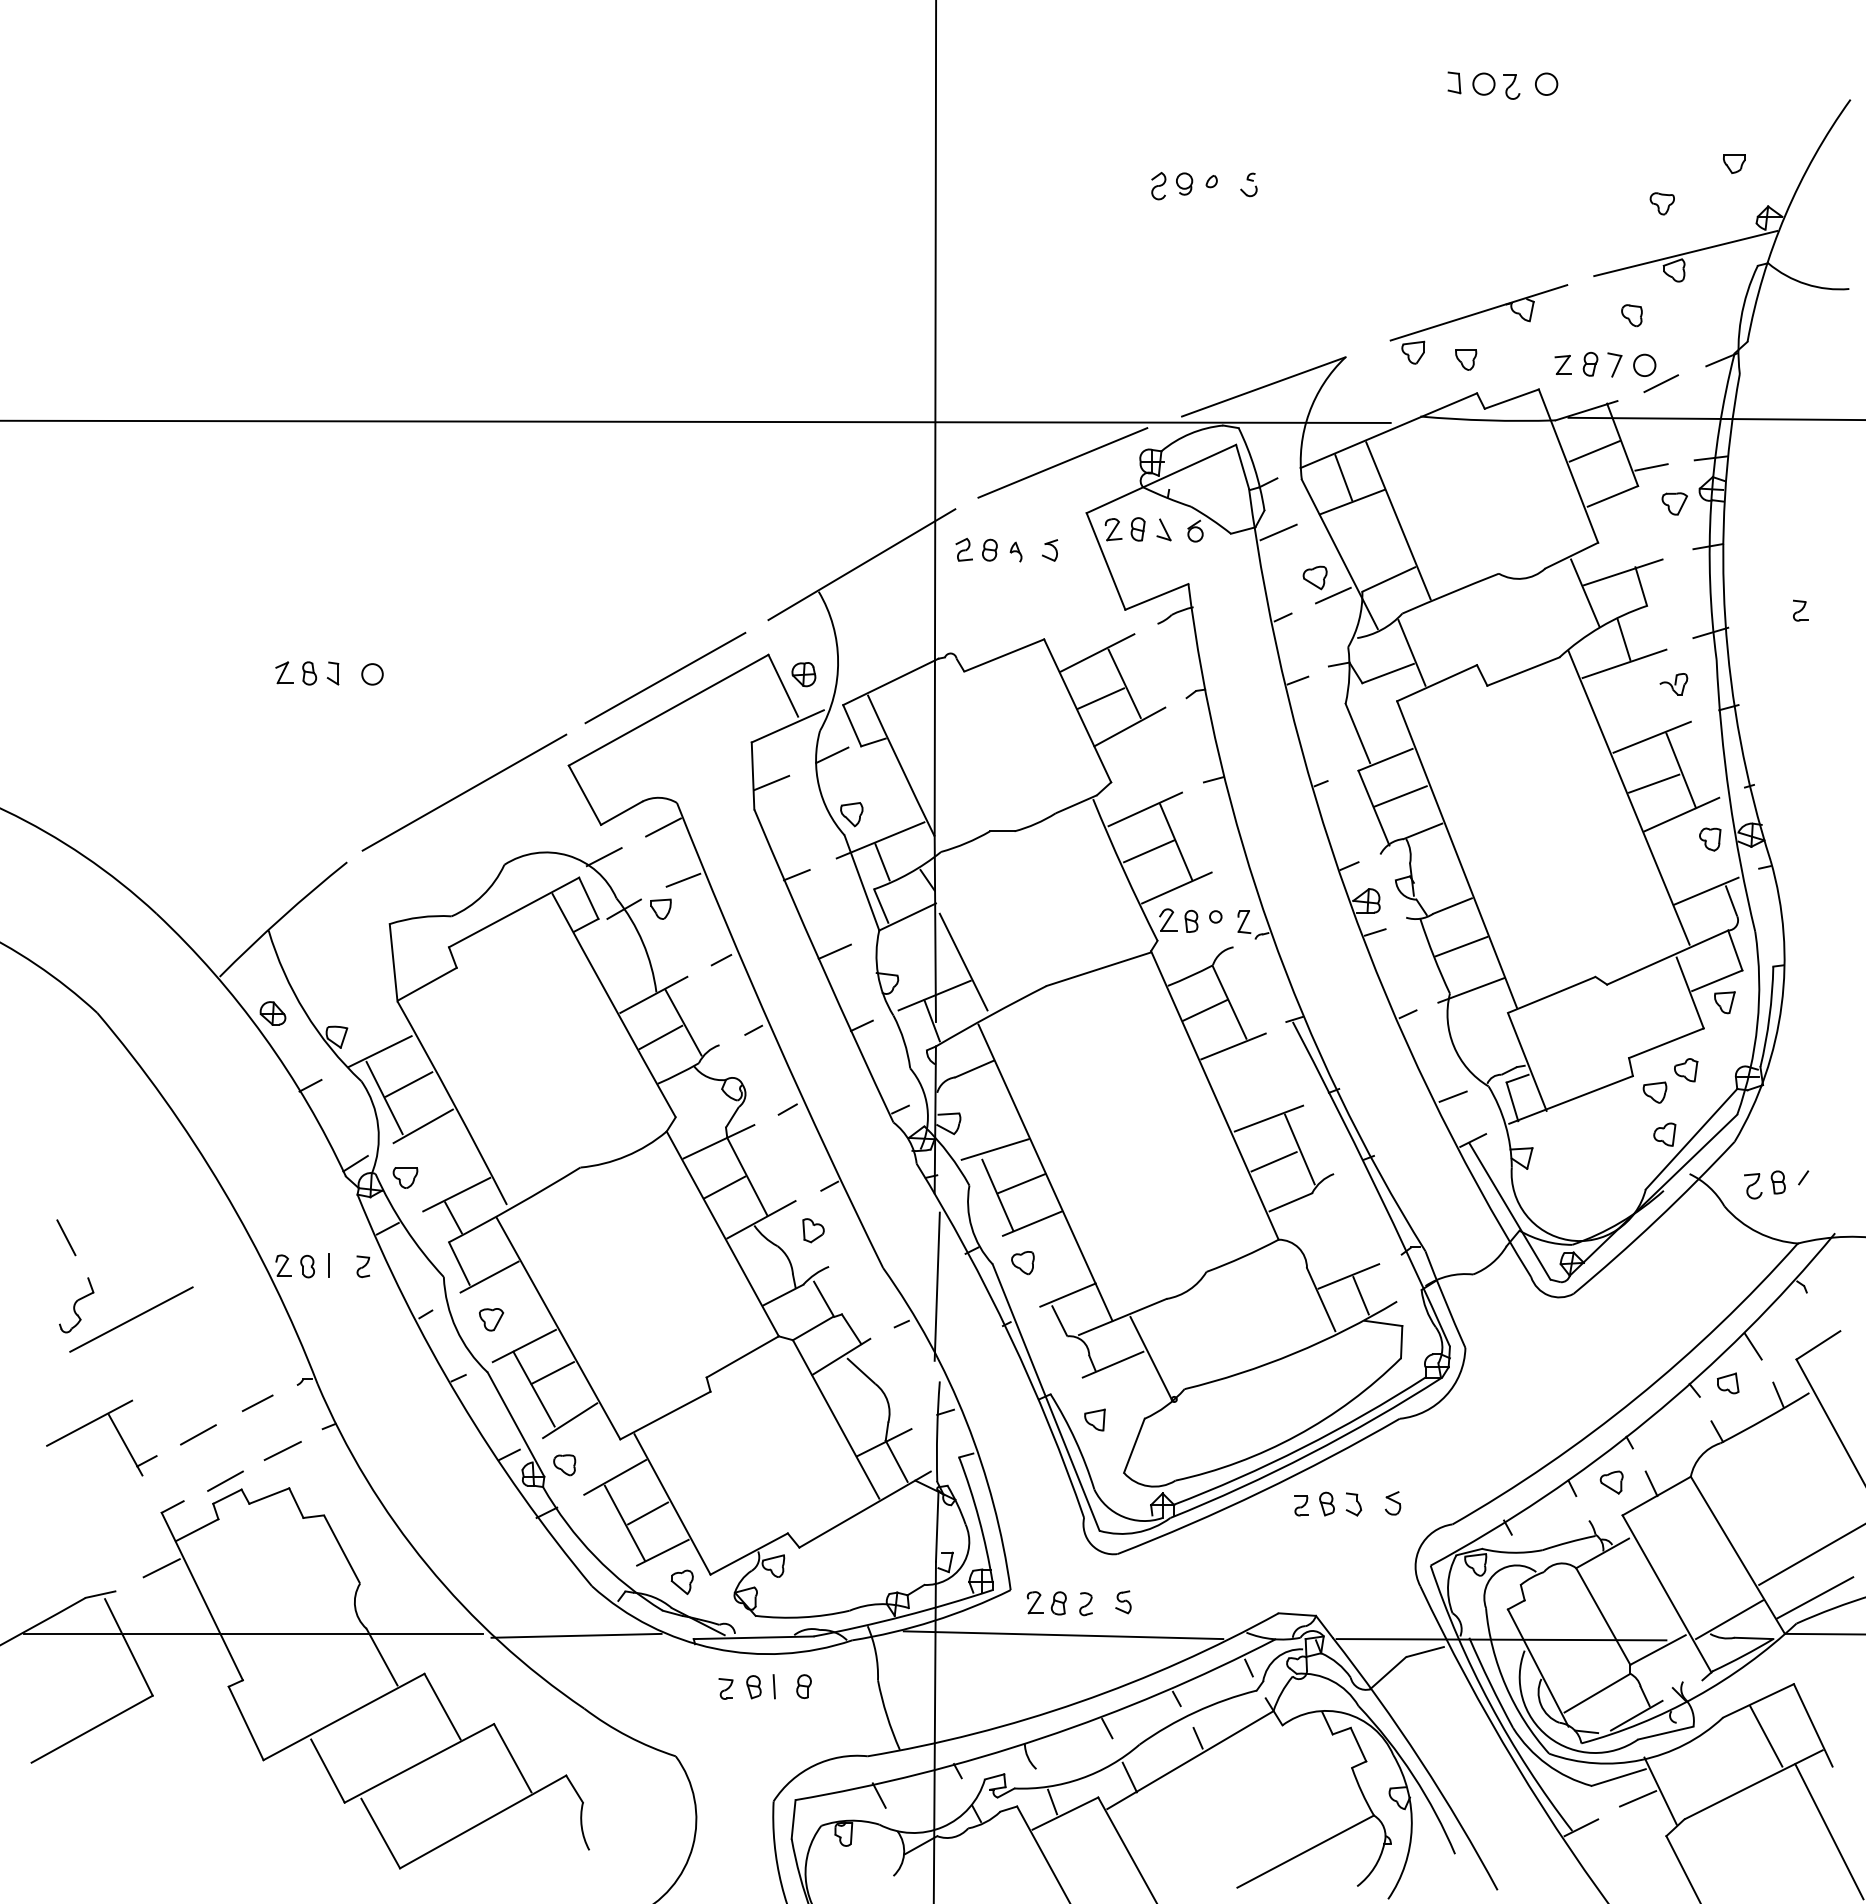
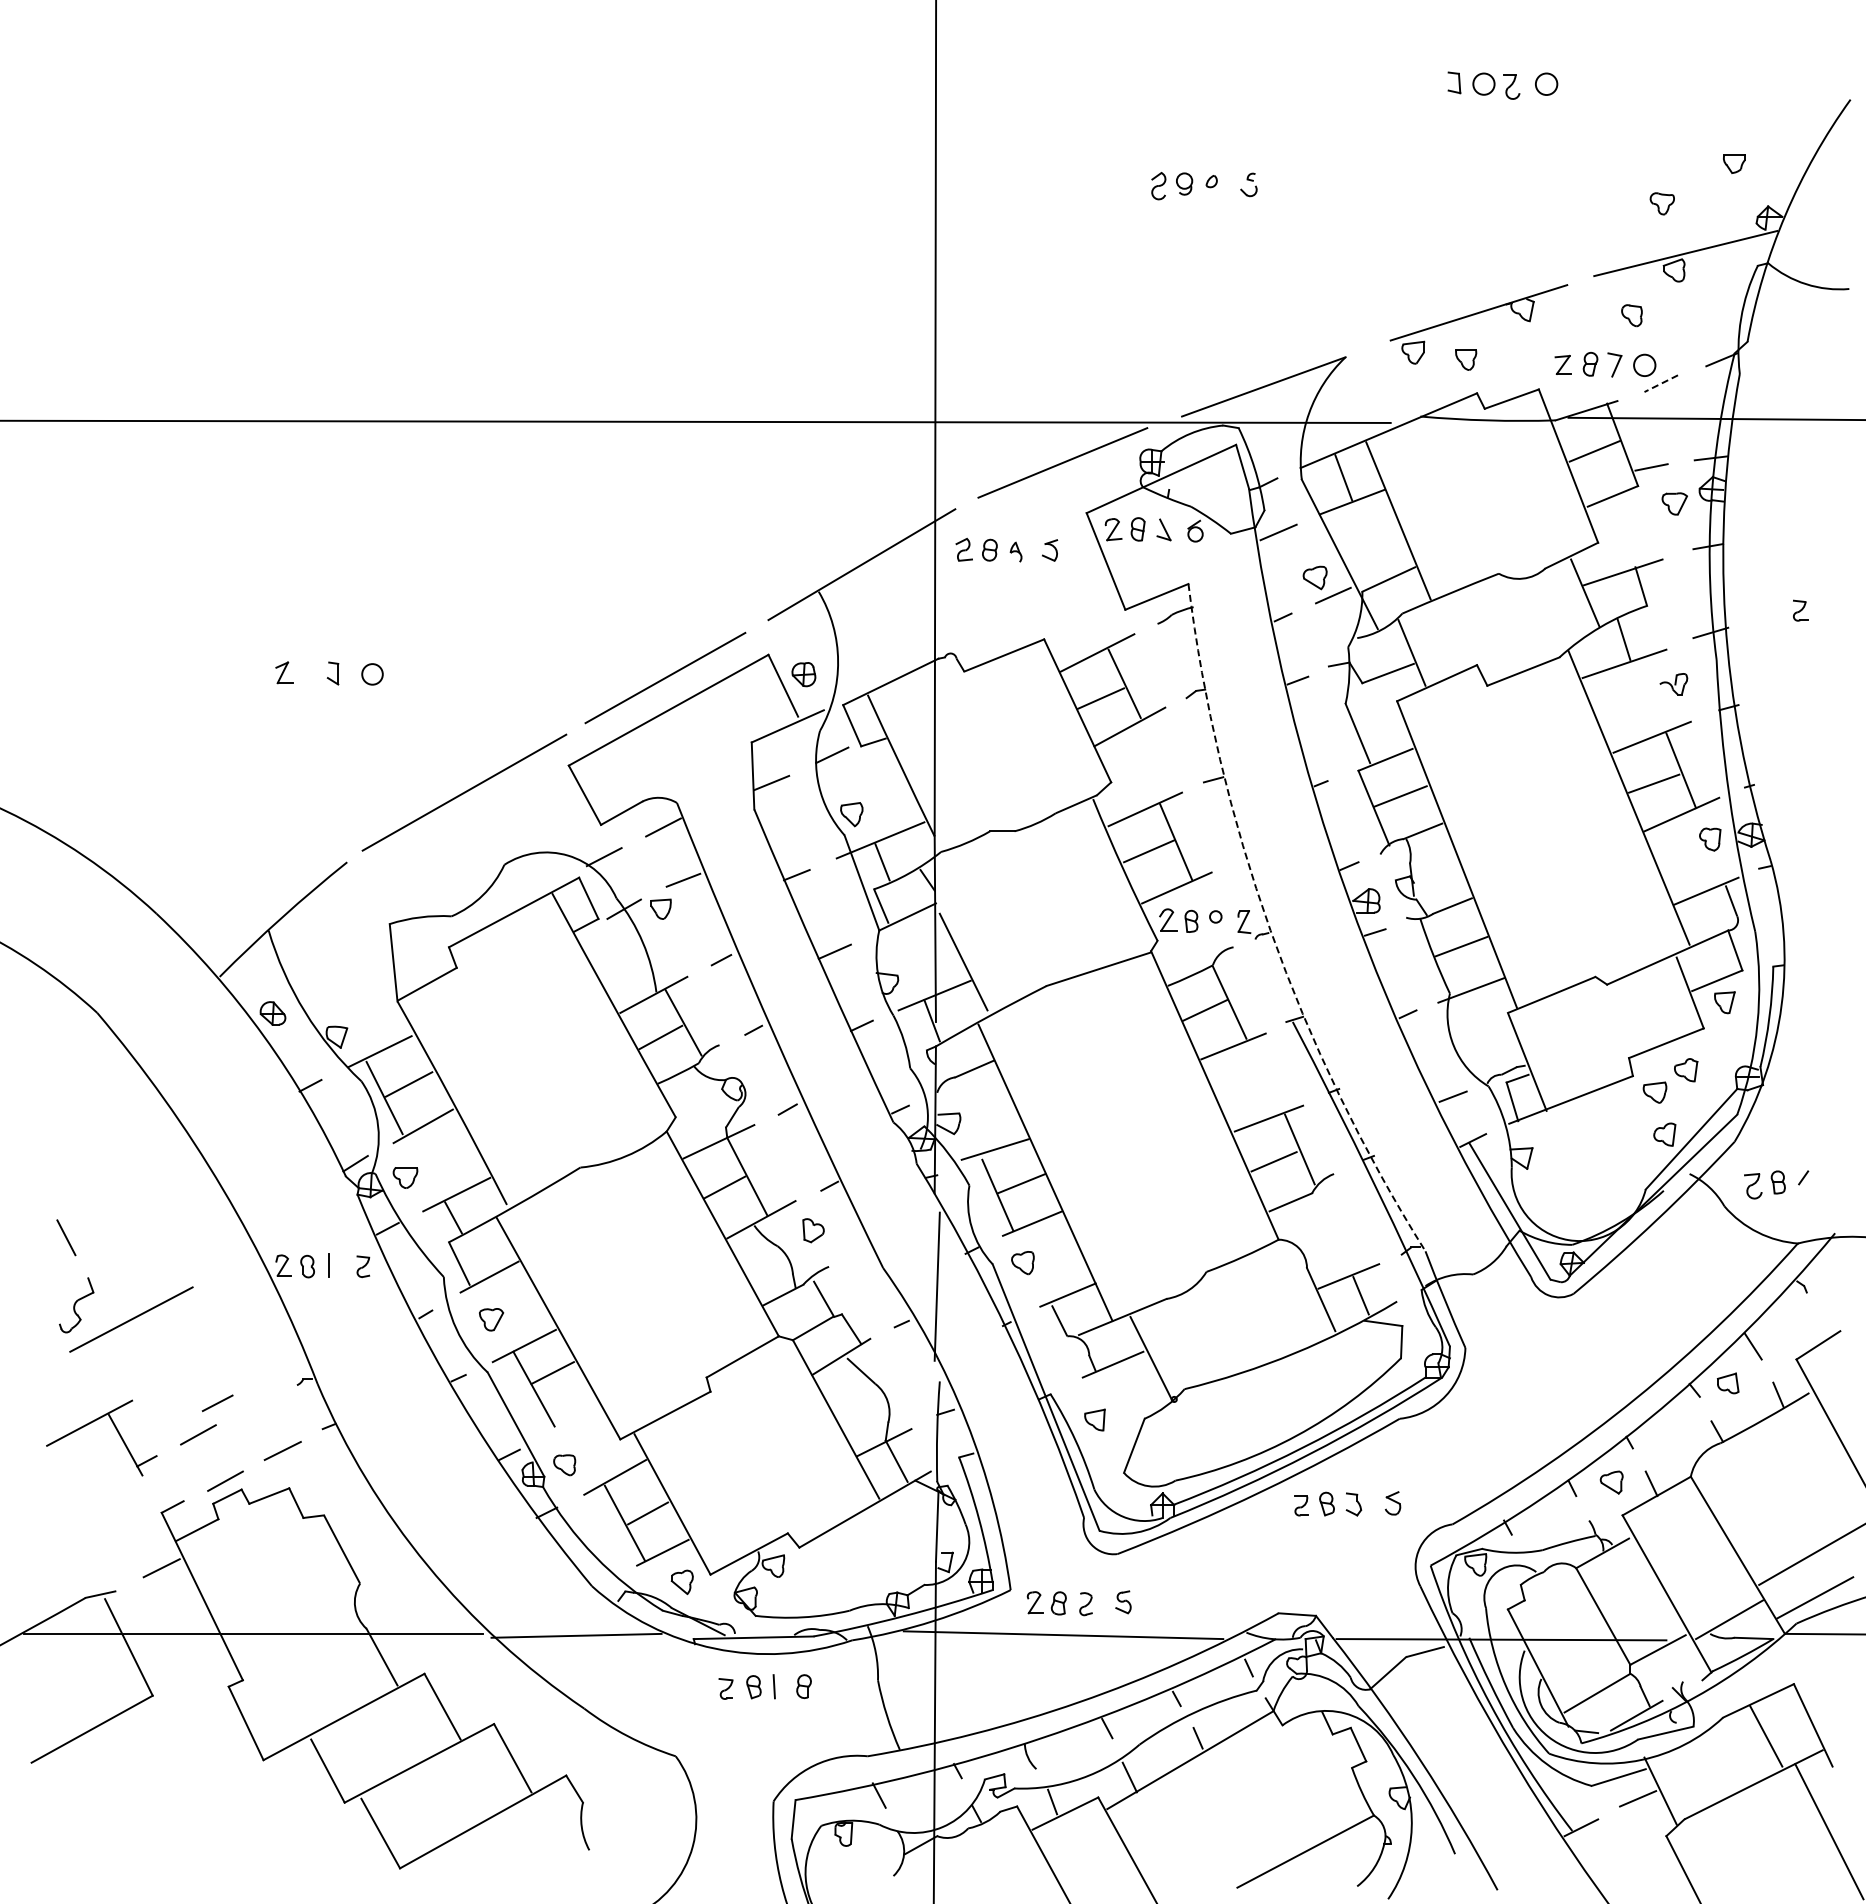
line at (1661, 383): solid -> dashed
part at (309, 673): present -> none
arc at (1270, 930): solid -> dashed
line at (257, 1403) position: (257, 1403) -> (217, 1403)
line at (570, 1420): present -> none
